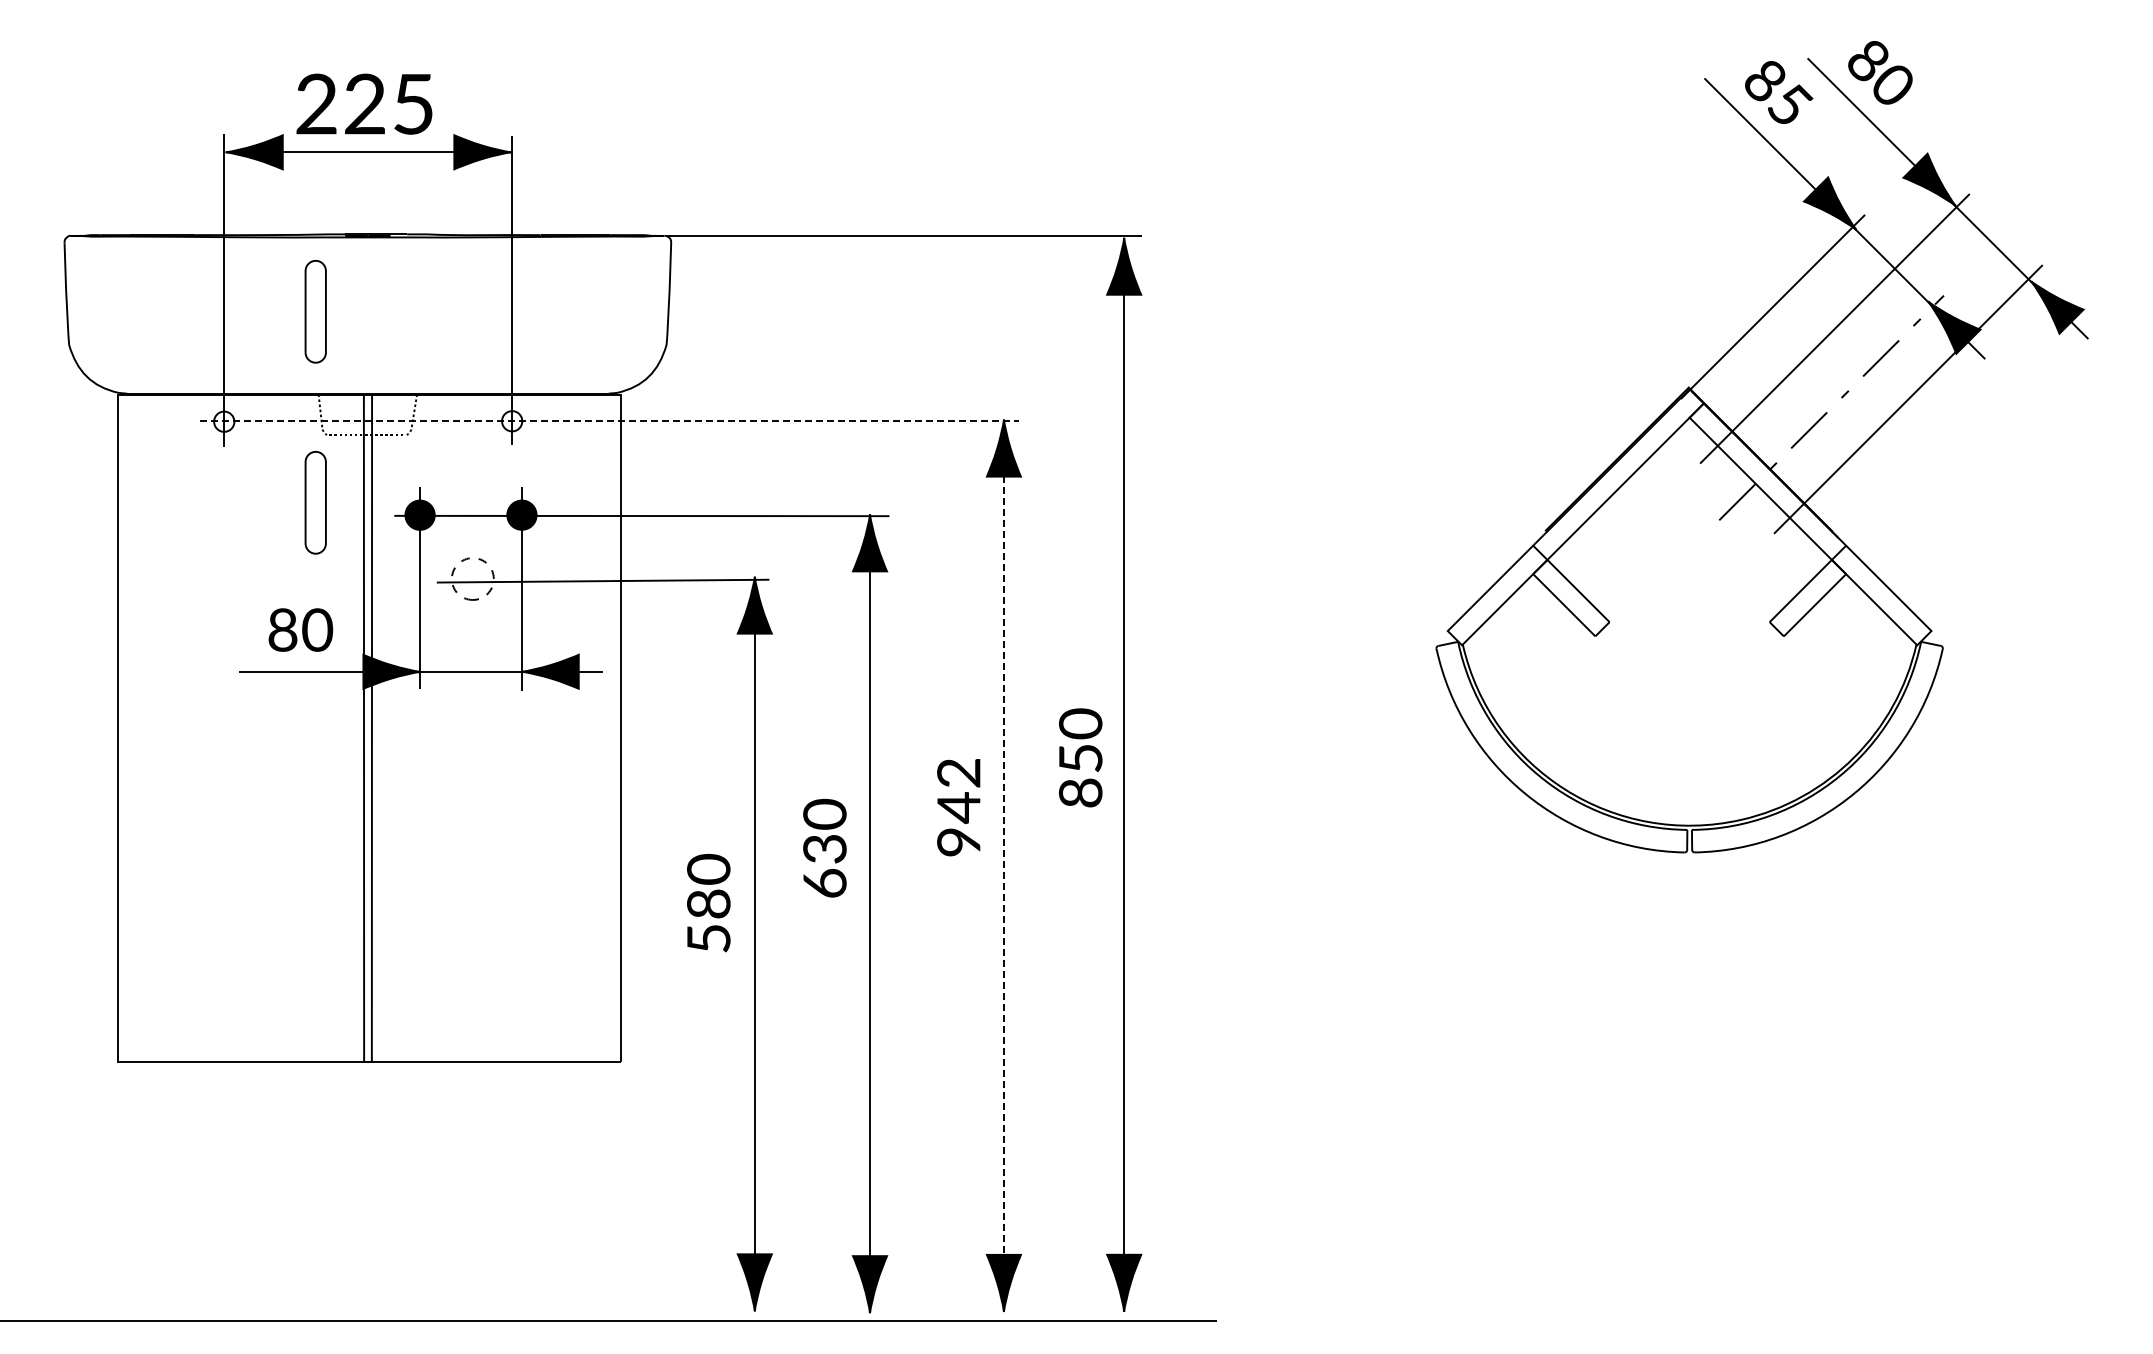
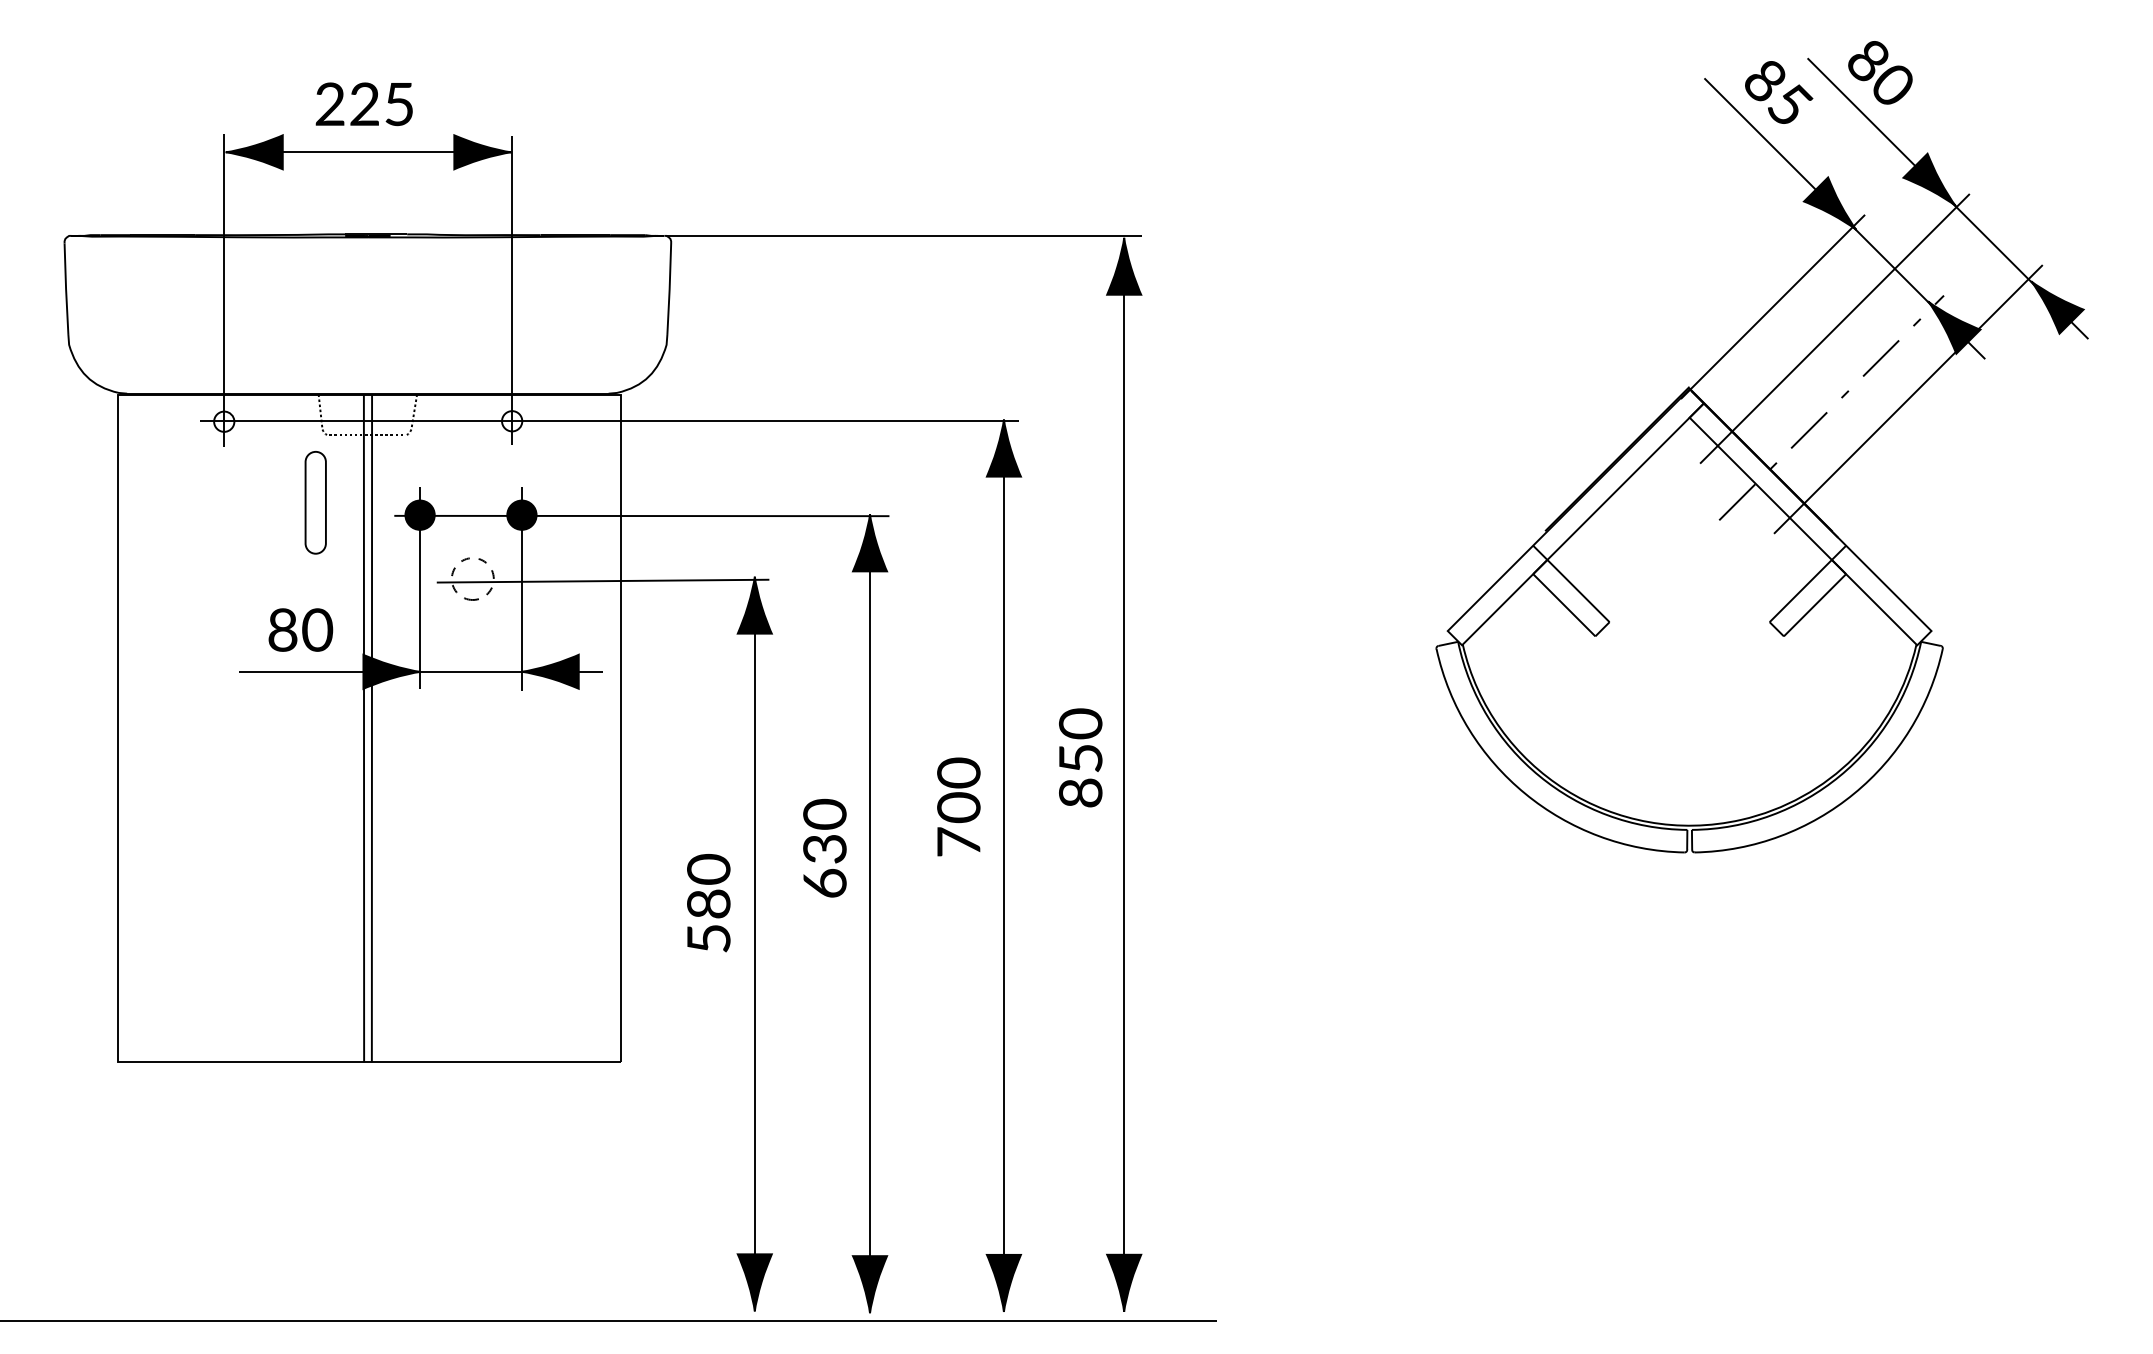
part at (364, 103) size: 137x62 px -> 98x45 px
part at (315, 311): present -> none
line at (609, 421): dashed -> solid
text at (958, 806): 942 -> 700
line at (1004, 870): dashed -> solid
